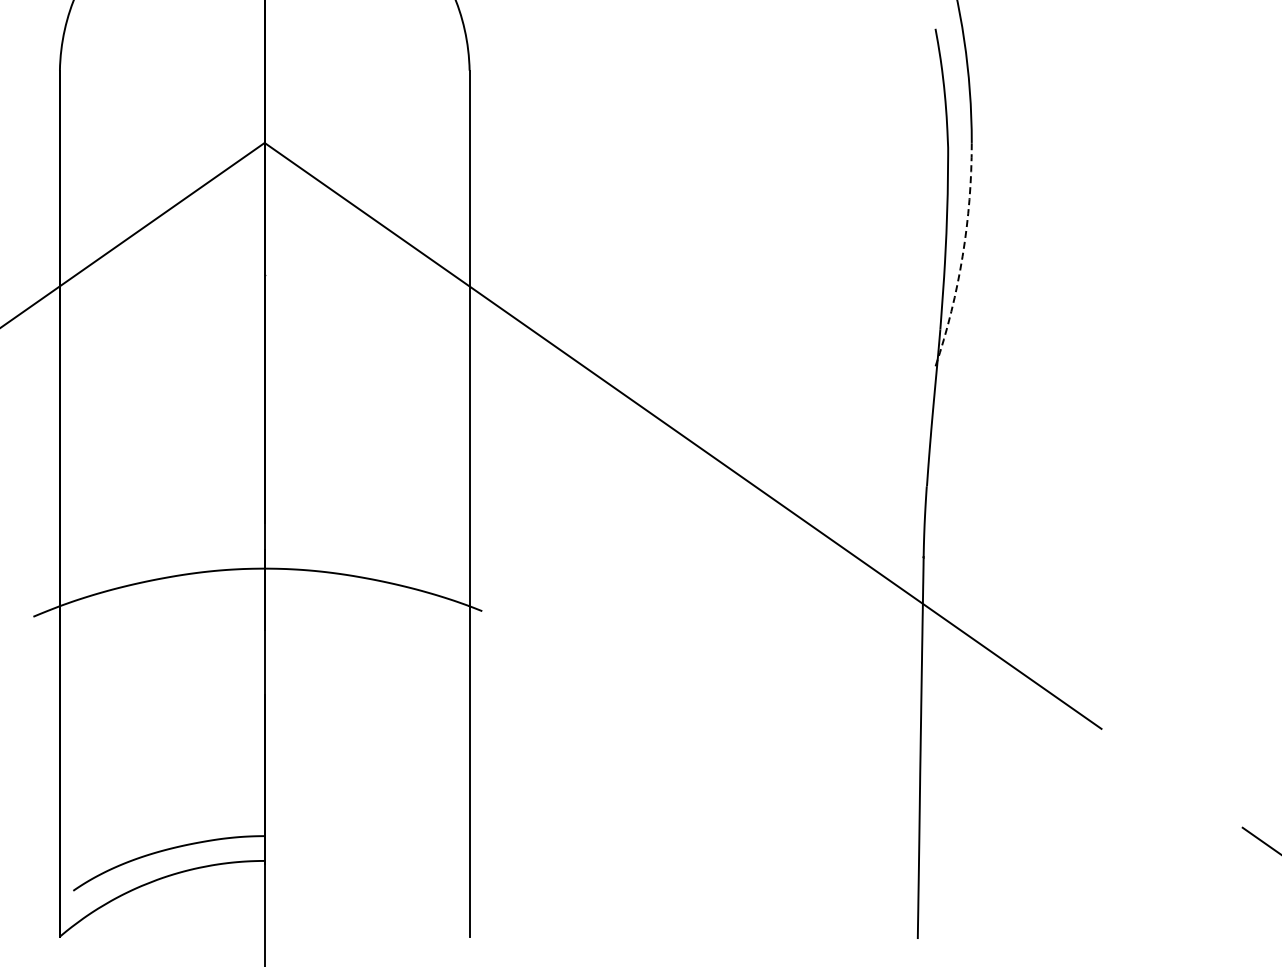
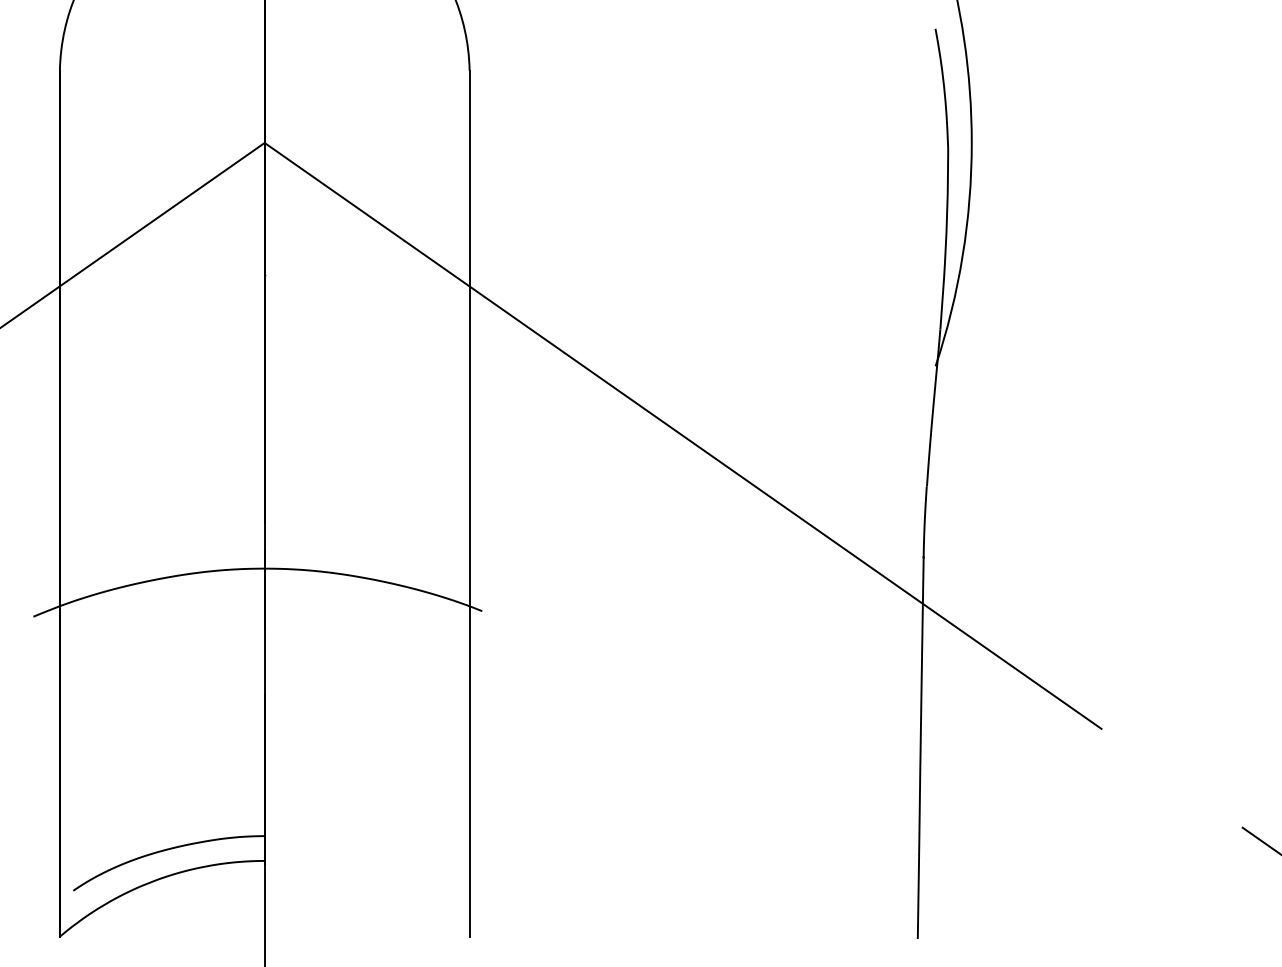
arc at (962, 256): dashed -> solid
